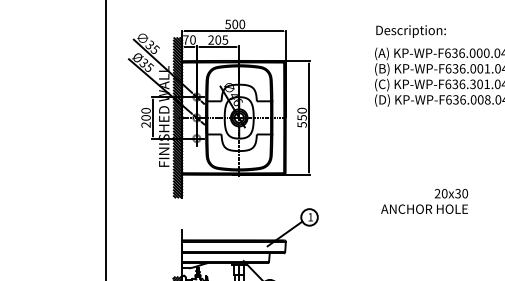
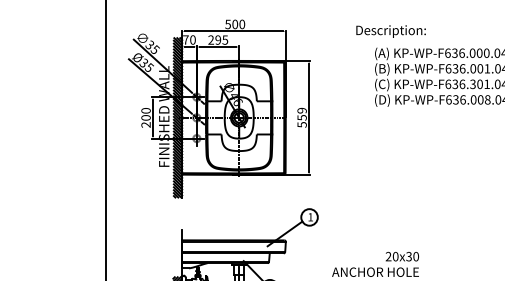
text at (410, 31) position: (410, 31) -> (390, 31)
text at (217, 39): 205 -> 295
text at (301, 110): 550 -> 559
text at (424, 201) position: (424, 201) -> (375, 264)
